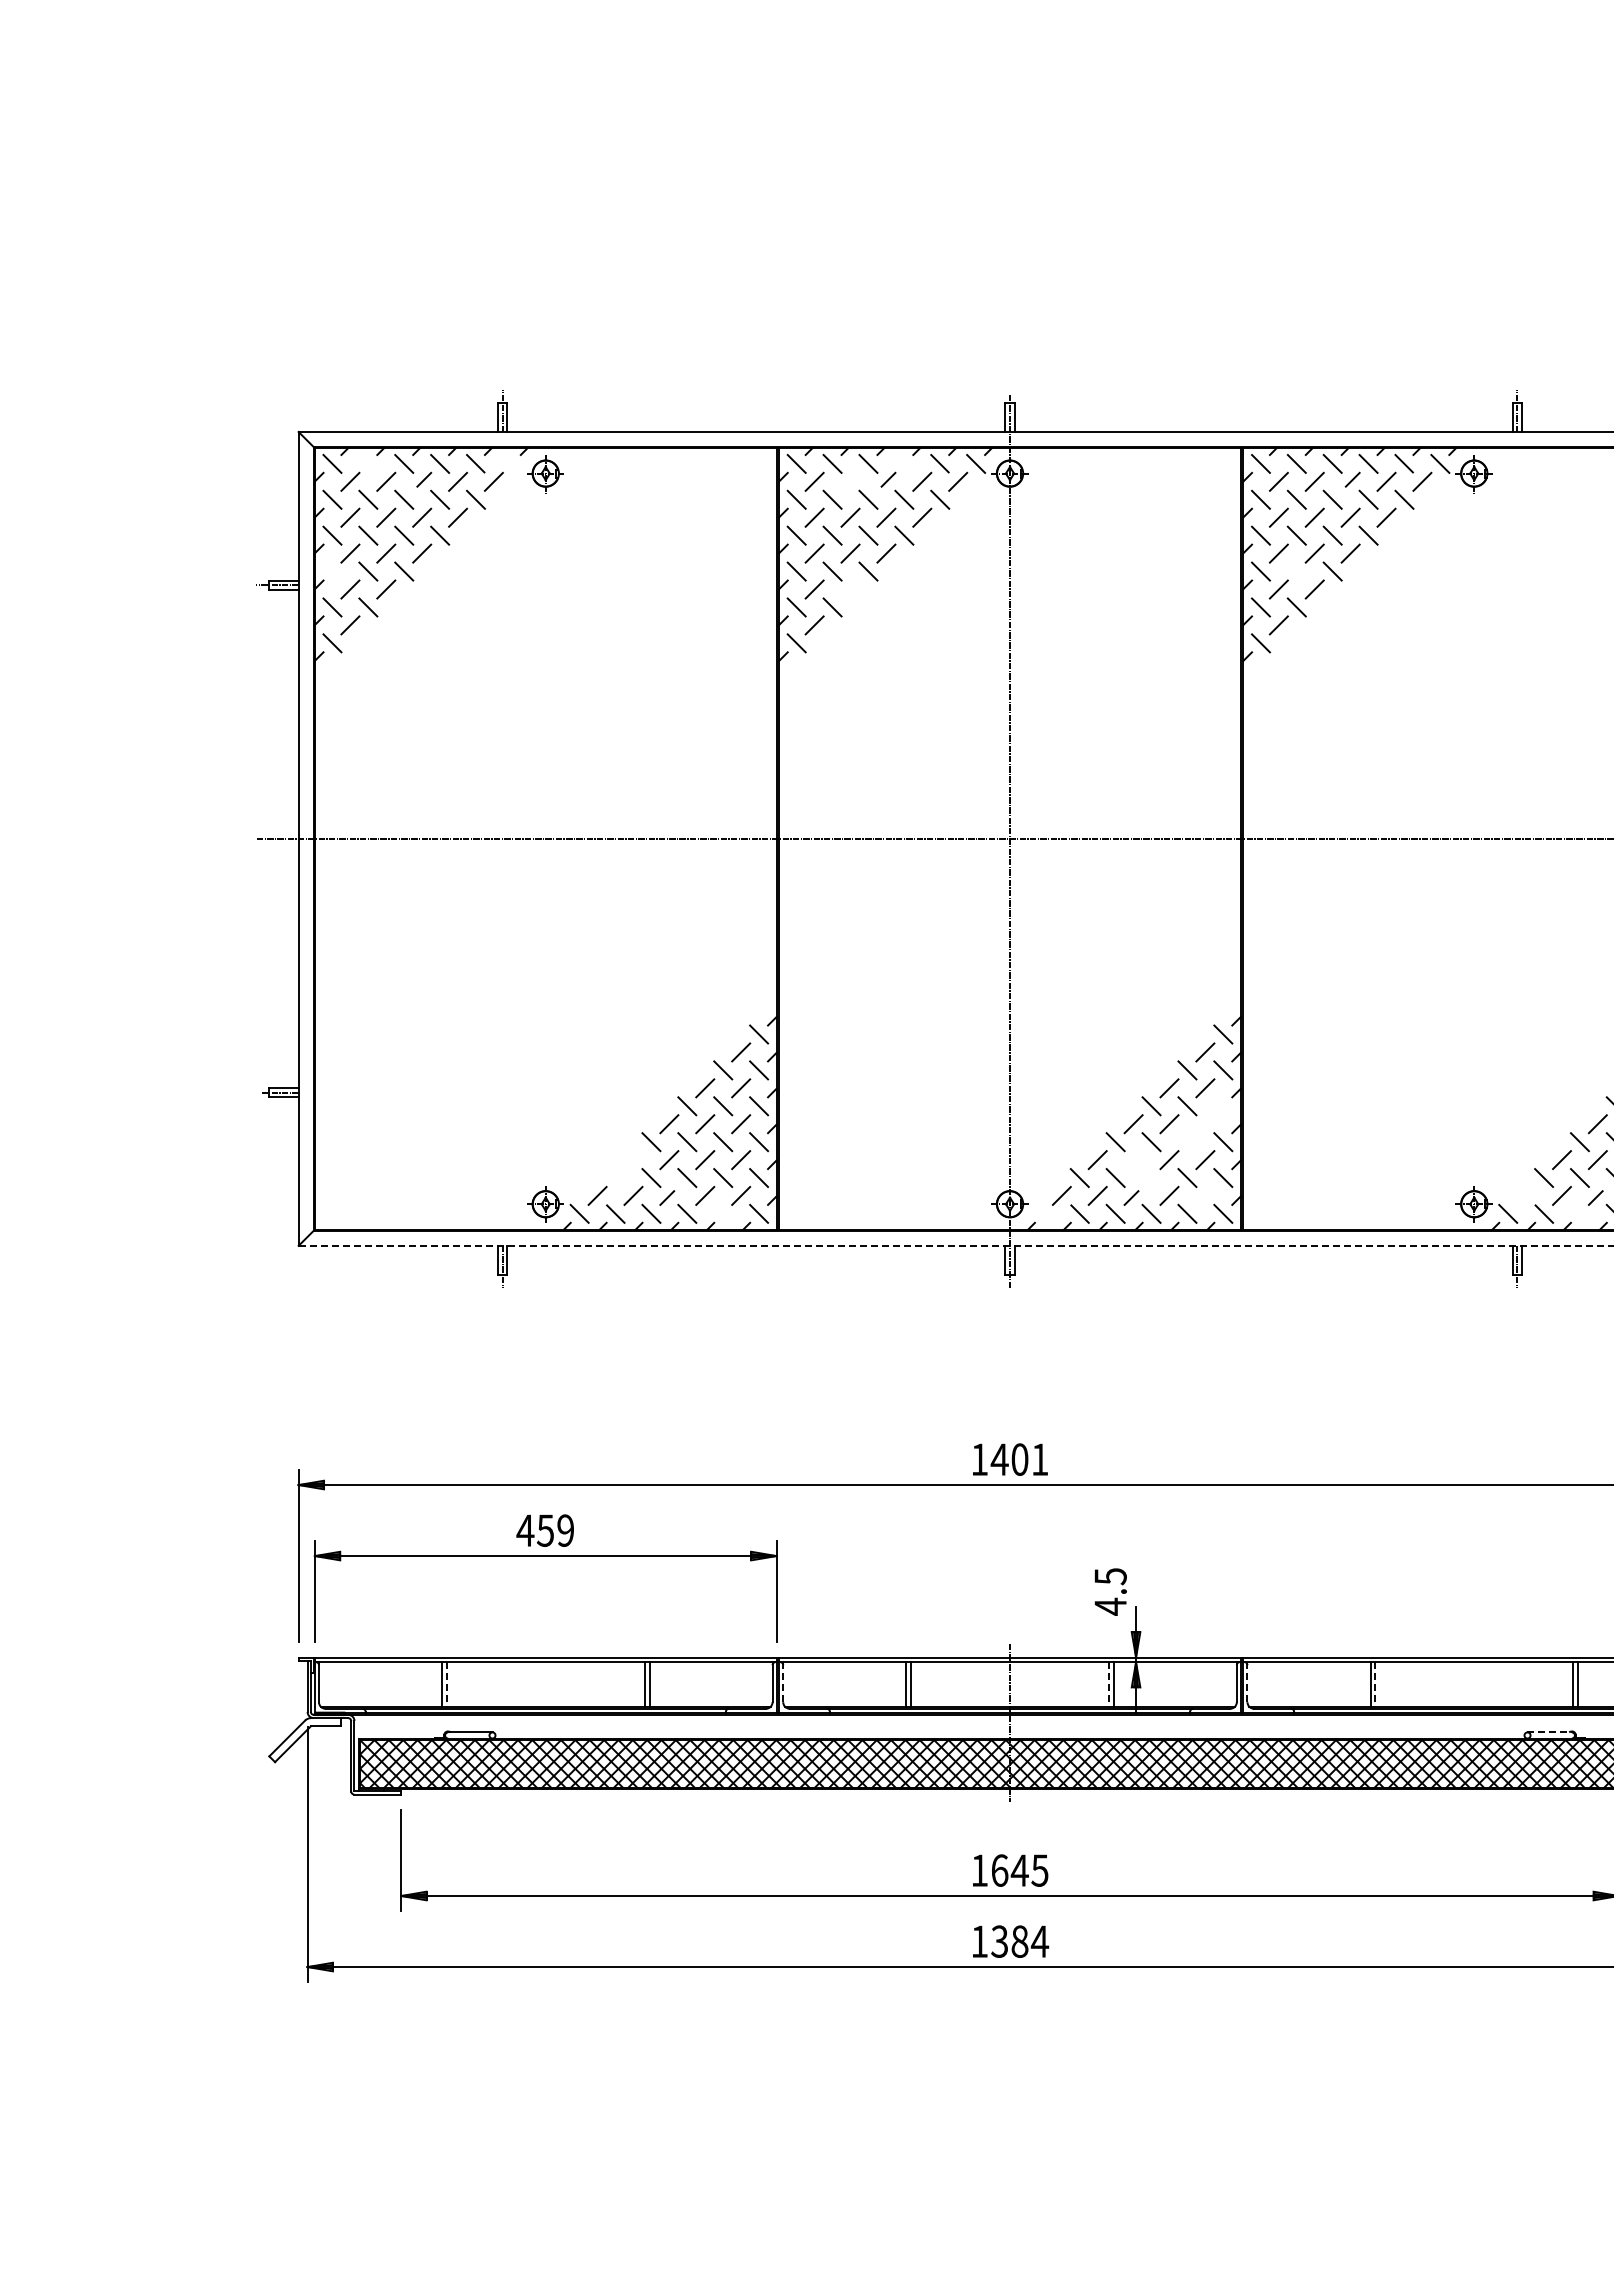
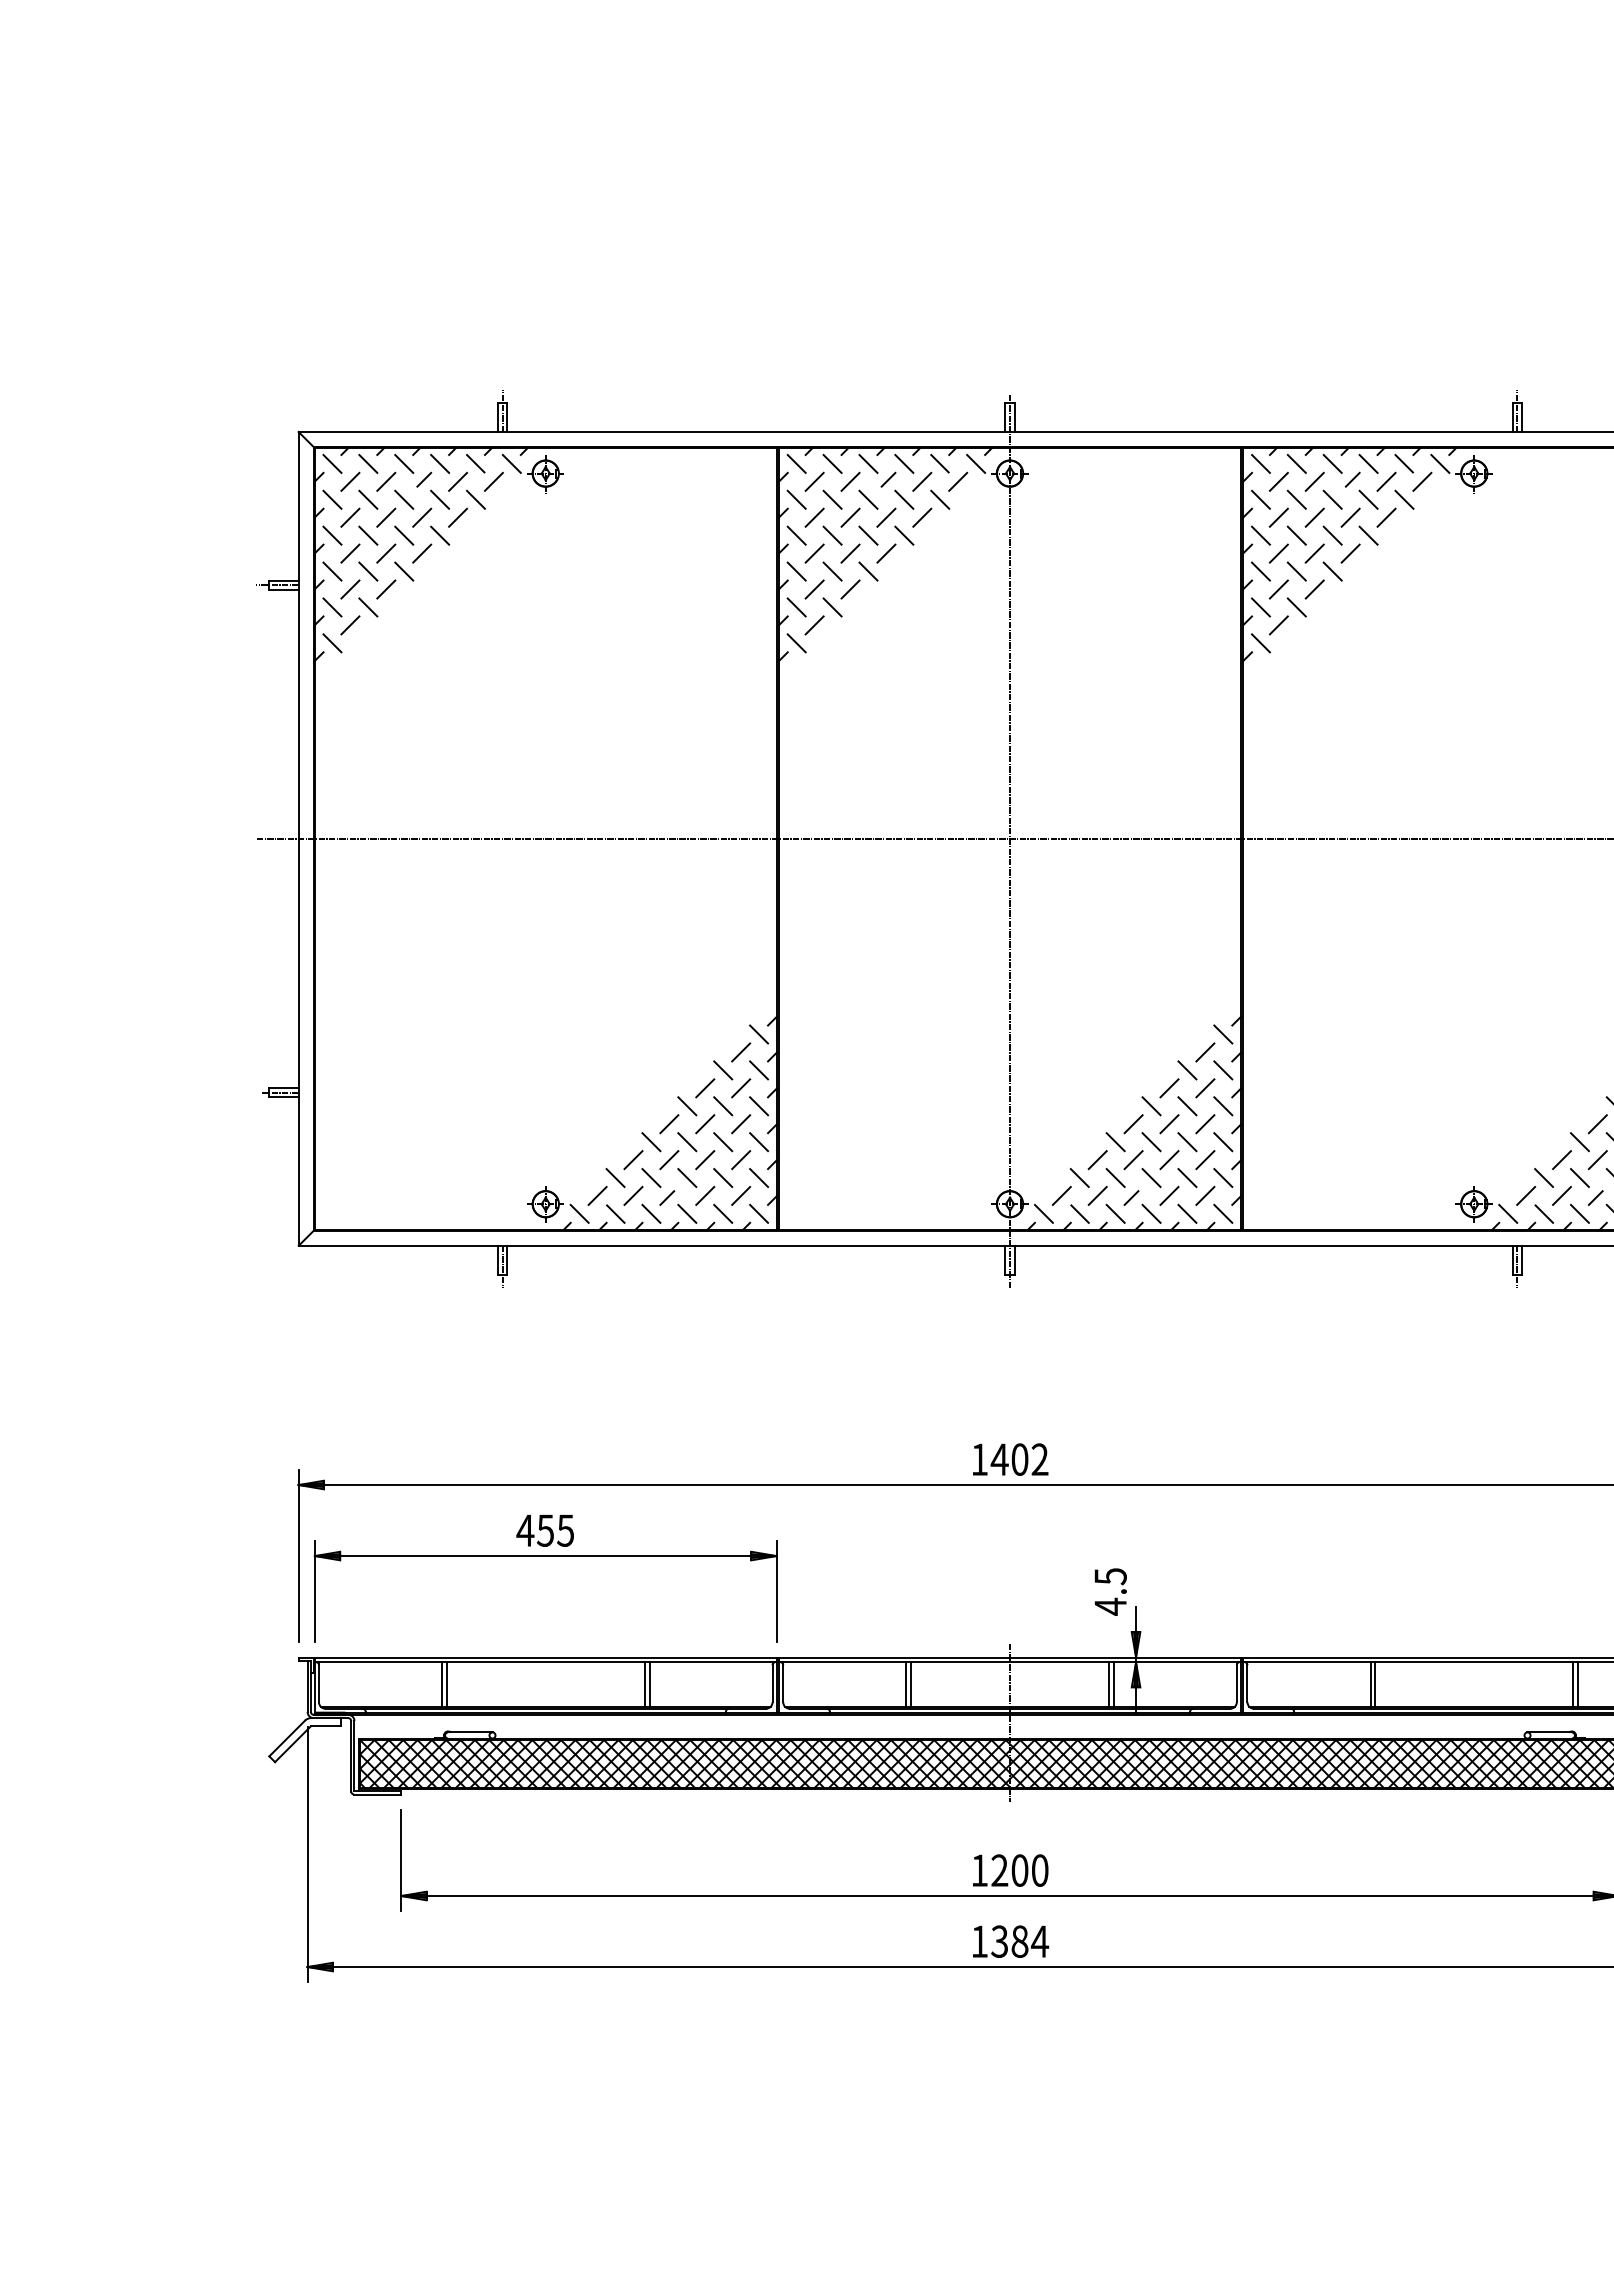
line at (368, 463): none -> present
line at (511, 463): none -> present
line at (904, 463): none -> present
line at (850, 481): none -> present
line at (332, 571): none -> present
line at (1296, 571): none -> present
line at (850, 589): none -> present
line at (1223, 1106): none -> present
line at (1205, 1124): none -> present
line at (1187, 1142): none -> present
line at (633, 1160): none -> present
line at (1133, 1160): none -> present
line at (615, 1177): none -> present
line at (1151, 1177): none -> present
line at (1205, 1195): none -> present
line at (1526, 1195): none -> present
line at (723, 1213): none -> present
line at (1043, 1213): none -> present
line at (1579, 1213): none -> present
line at (956, 1245): dashed -> solid
text at (1039, 1459): 1401 -> 1402
text at (565, 1530): 459 -> 455
line at (783, 1681): dashed -> solid
line at (1247, 1681): dashed -> solid
line at (446, 1684): dashed -> solid
line at (1109, 1684): dashed -> solid
line at (1375, 1684): dashed -> solid
line at (1550, 1732): dashed -> solid
text at (1019, 1870): 1645 -> 1200
